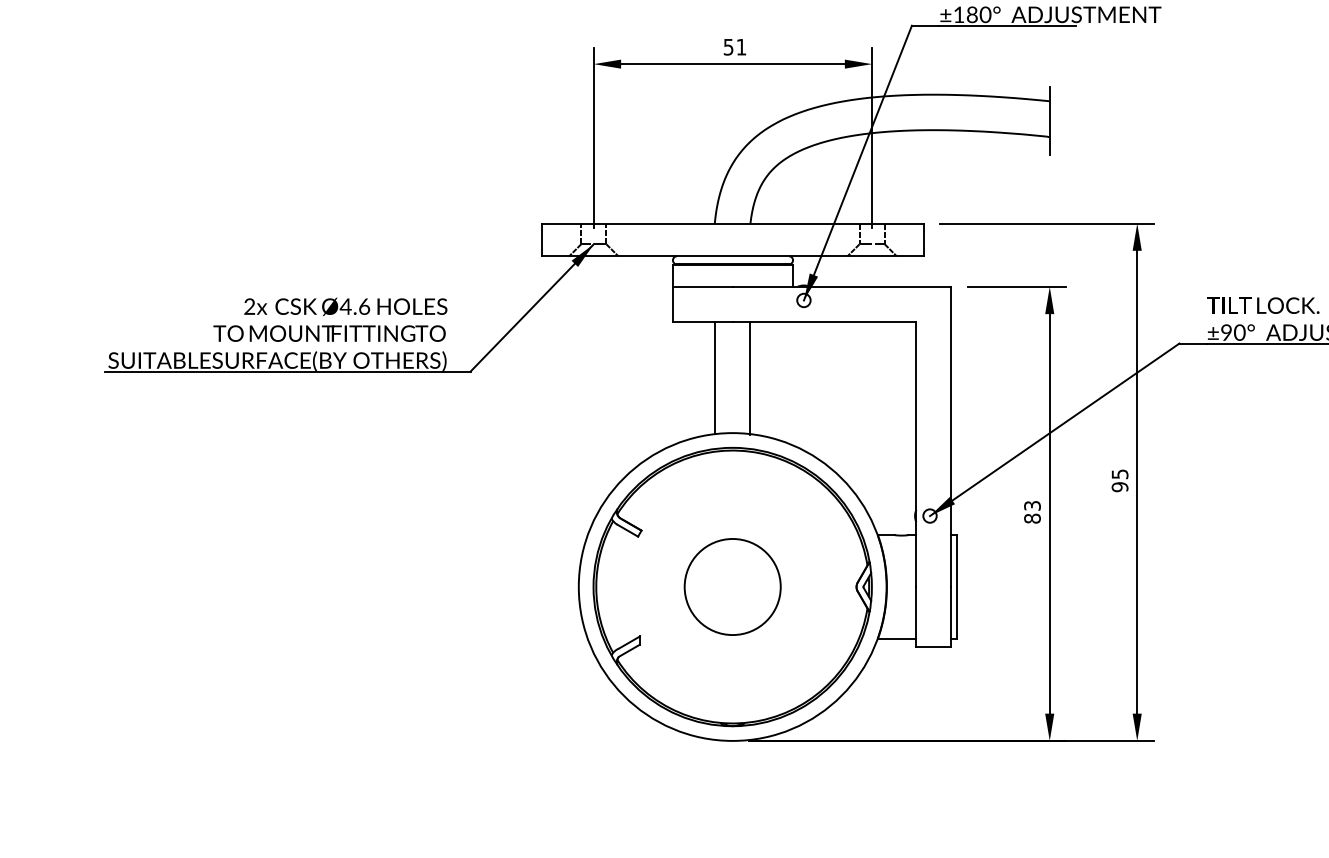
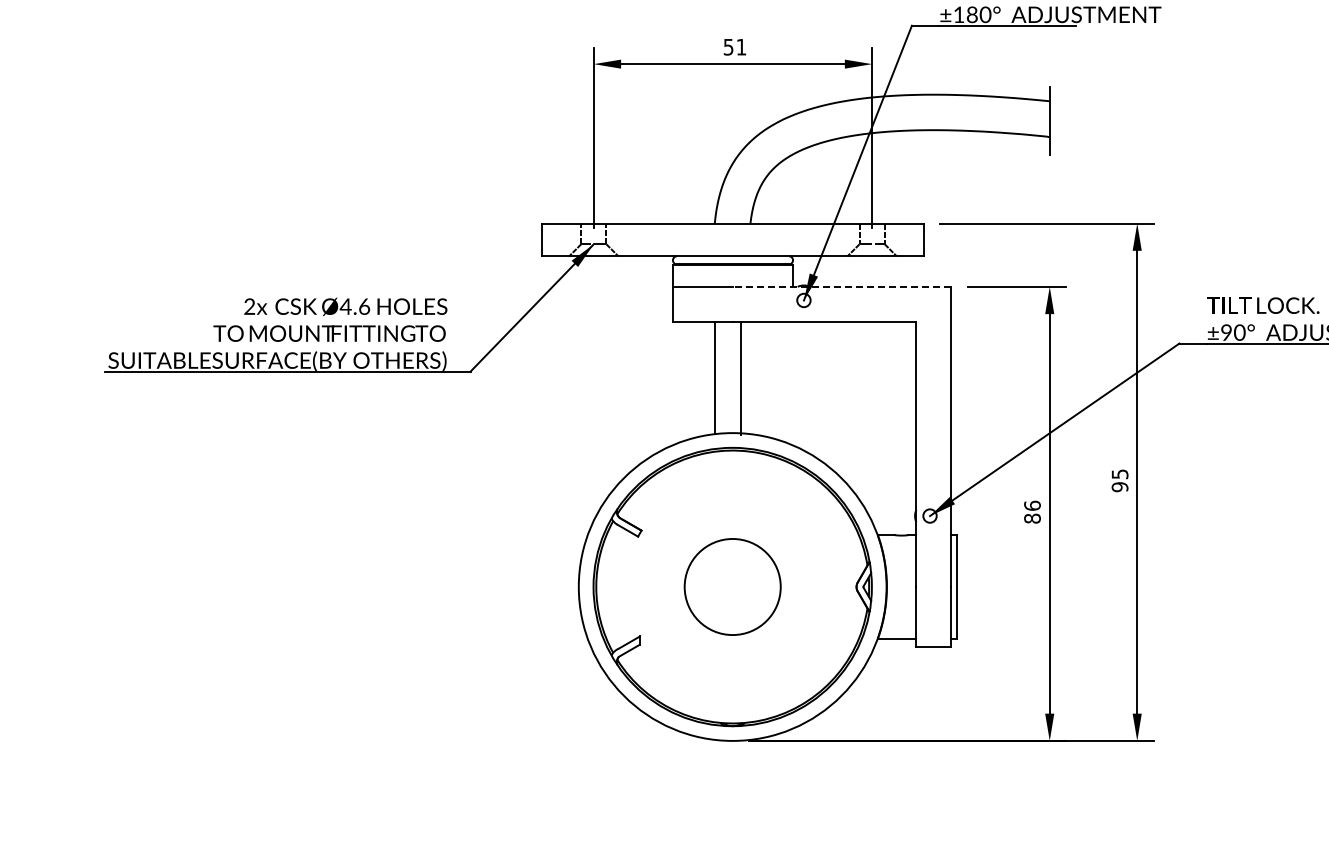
line at (841, 286): solid -> dashed
line at (750, 378) position: (750, 378) -> (741, 378)
text at (1032, 505): 83 -> 86
